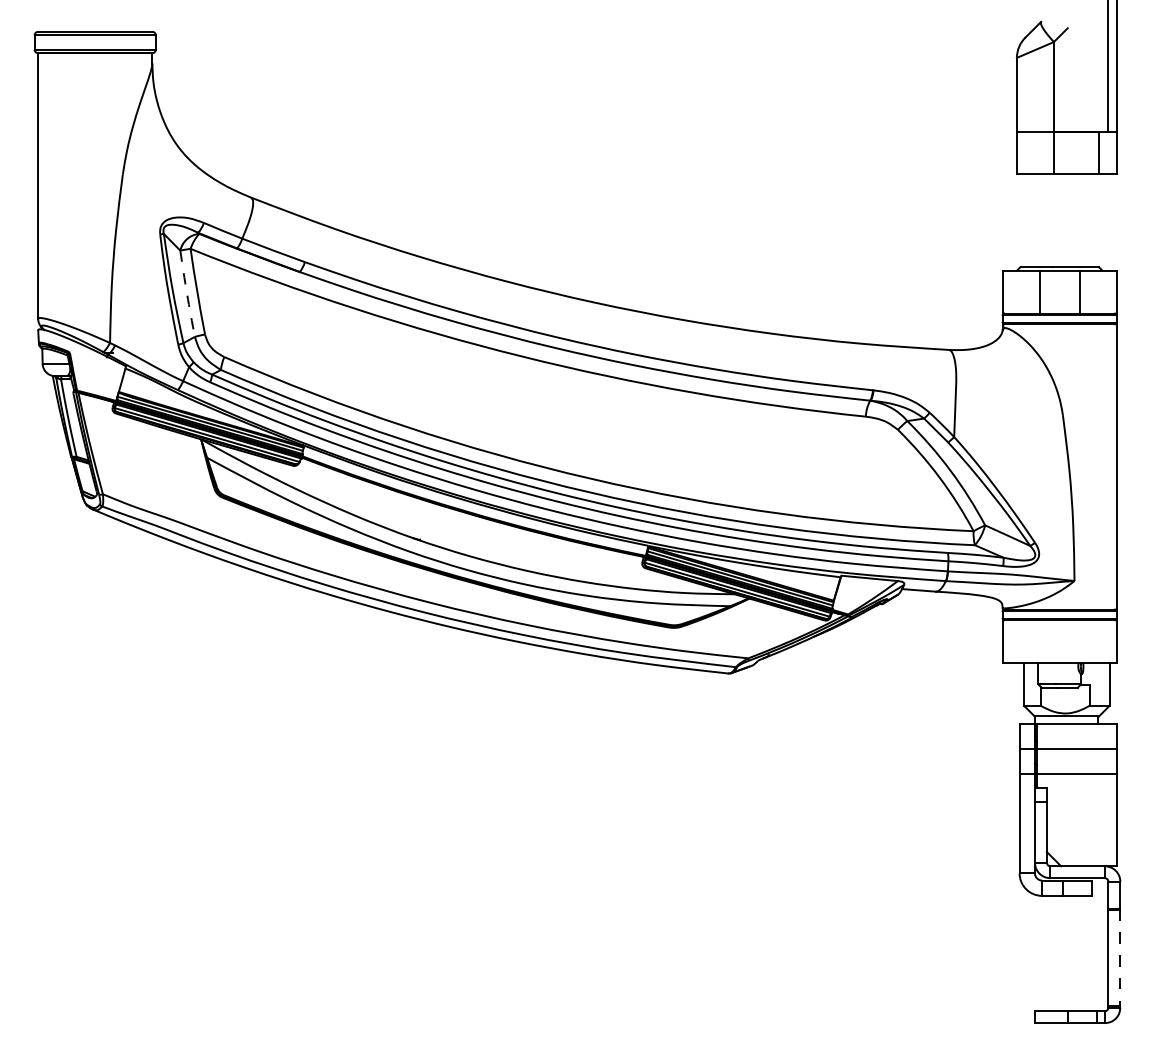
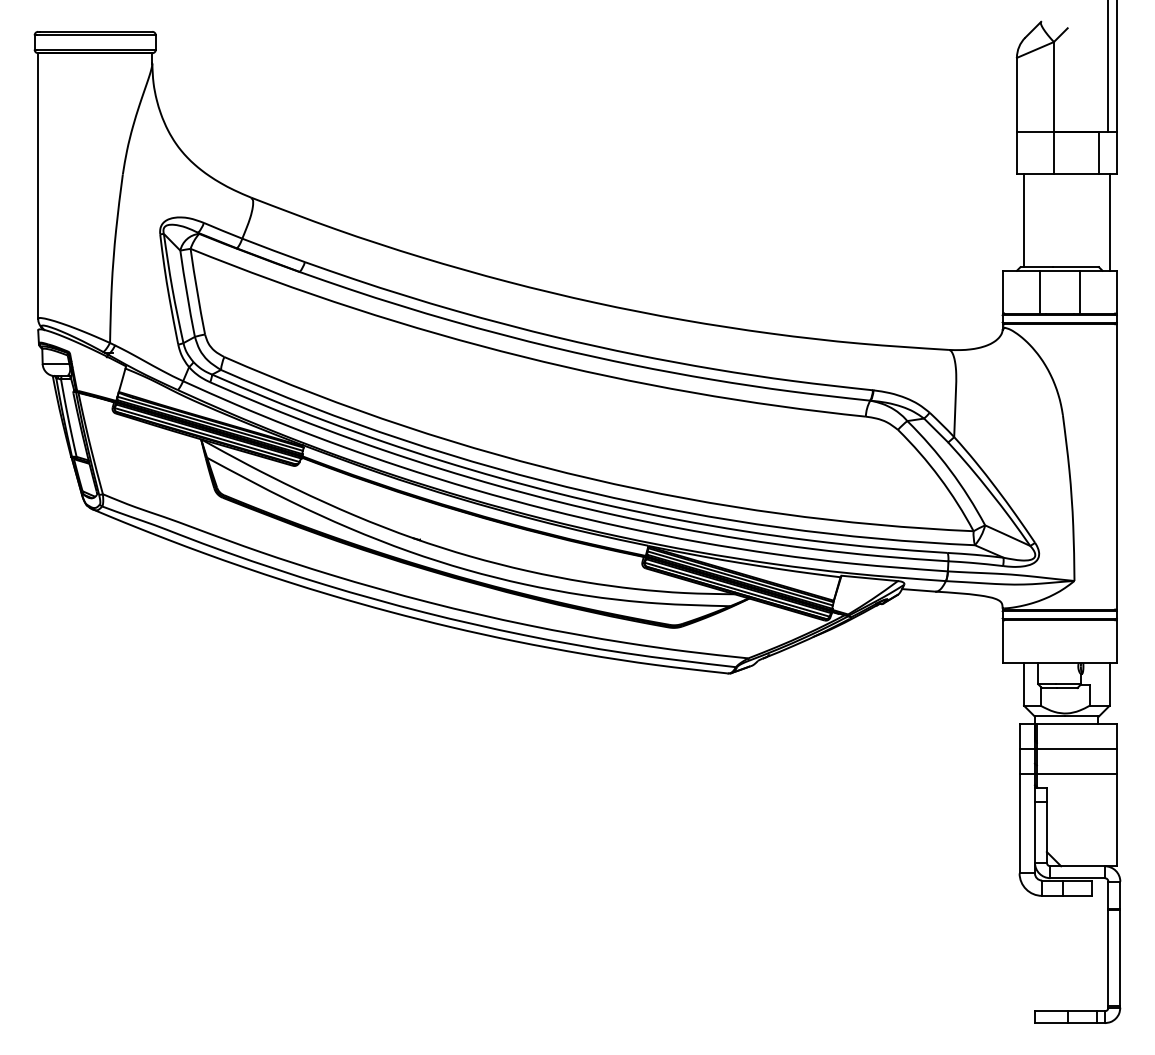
line at (1024, 220): none -> present
line at (1109, 222): none -> present
arc at (187, 293): dashed -> solid
line at (1120, 958): dashed -> solid
